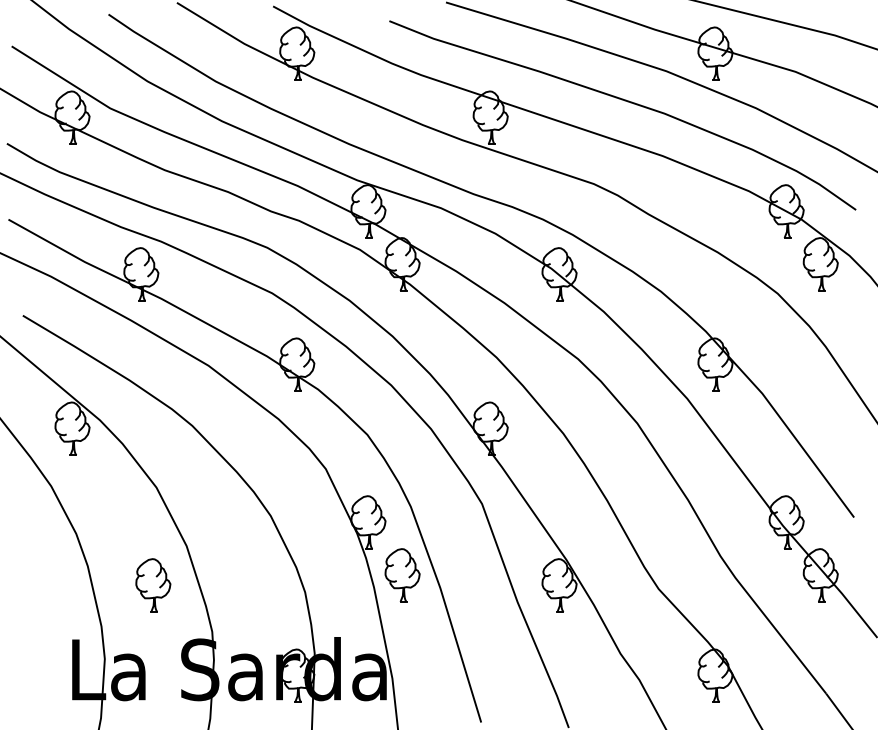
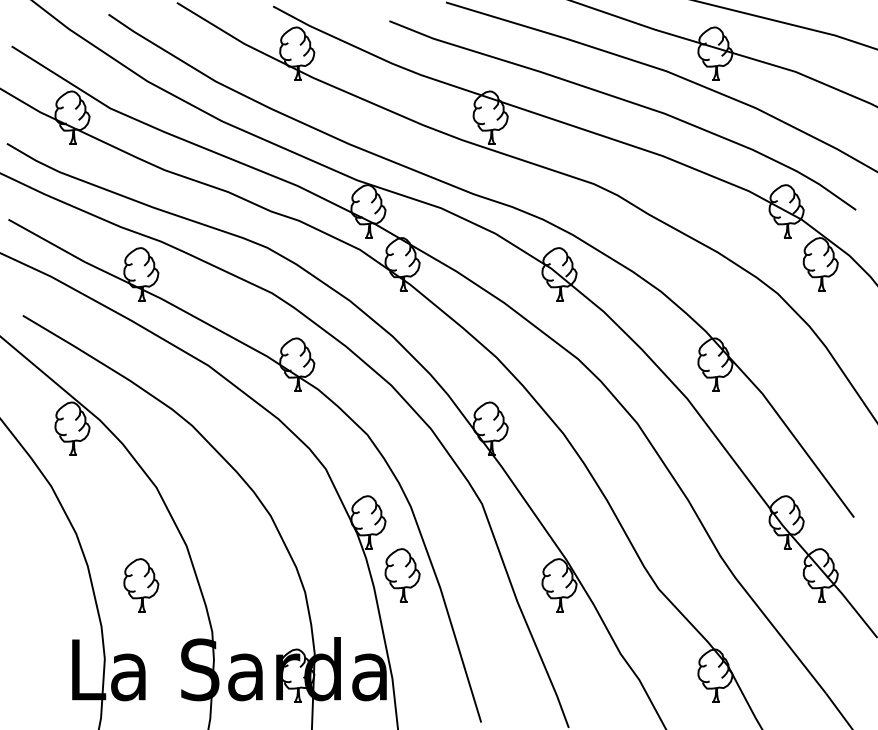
part at (153, 585) position: (153, 585) -> (141, 585)
